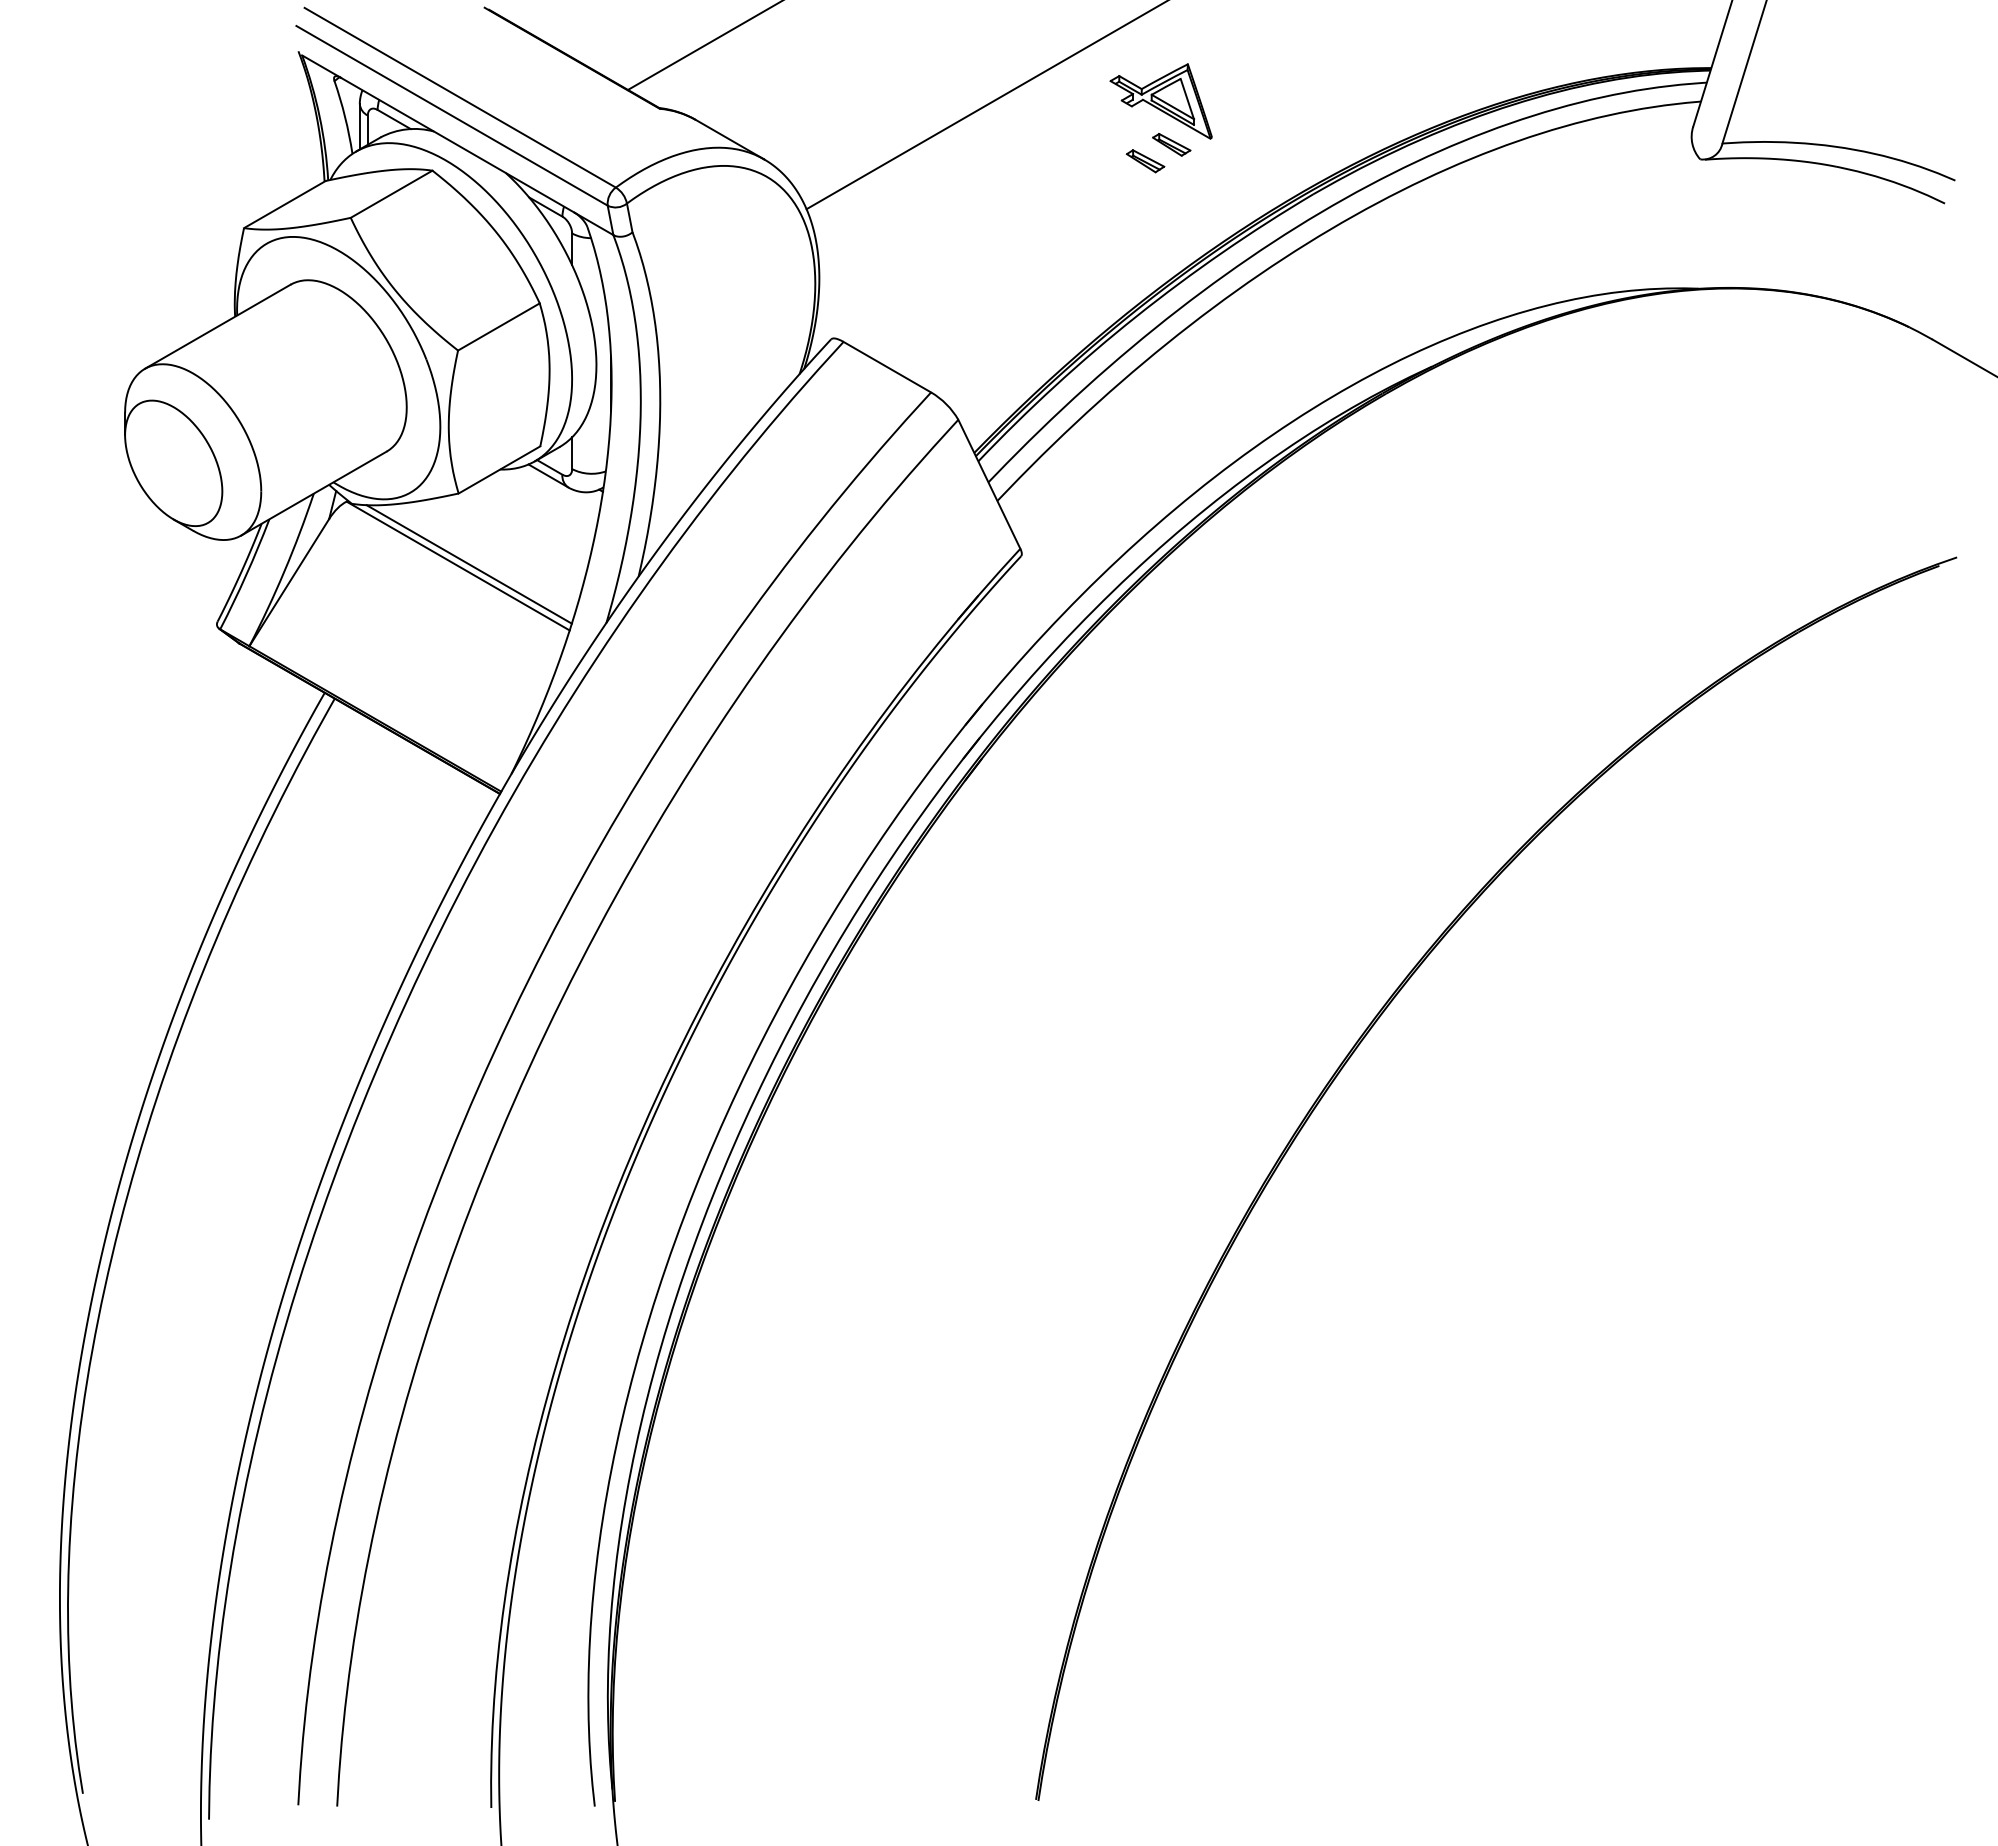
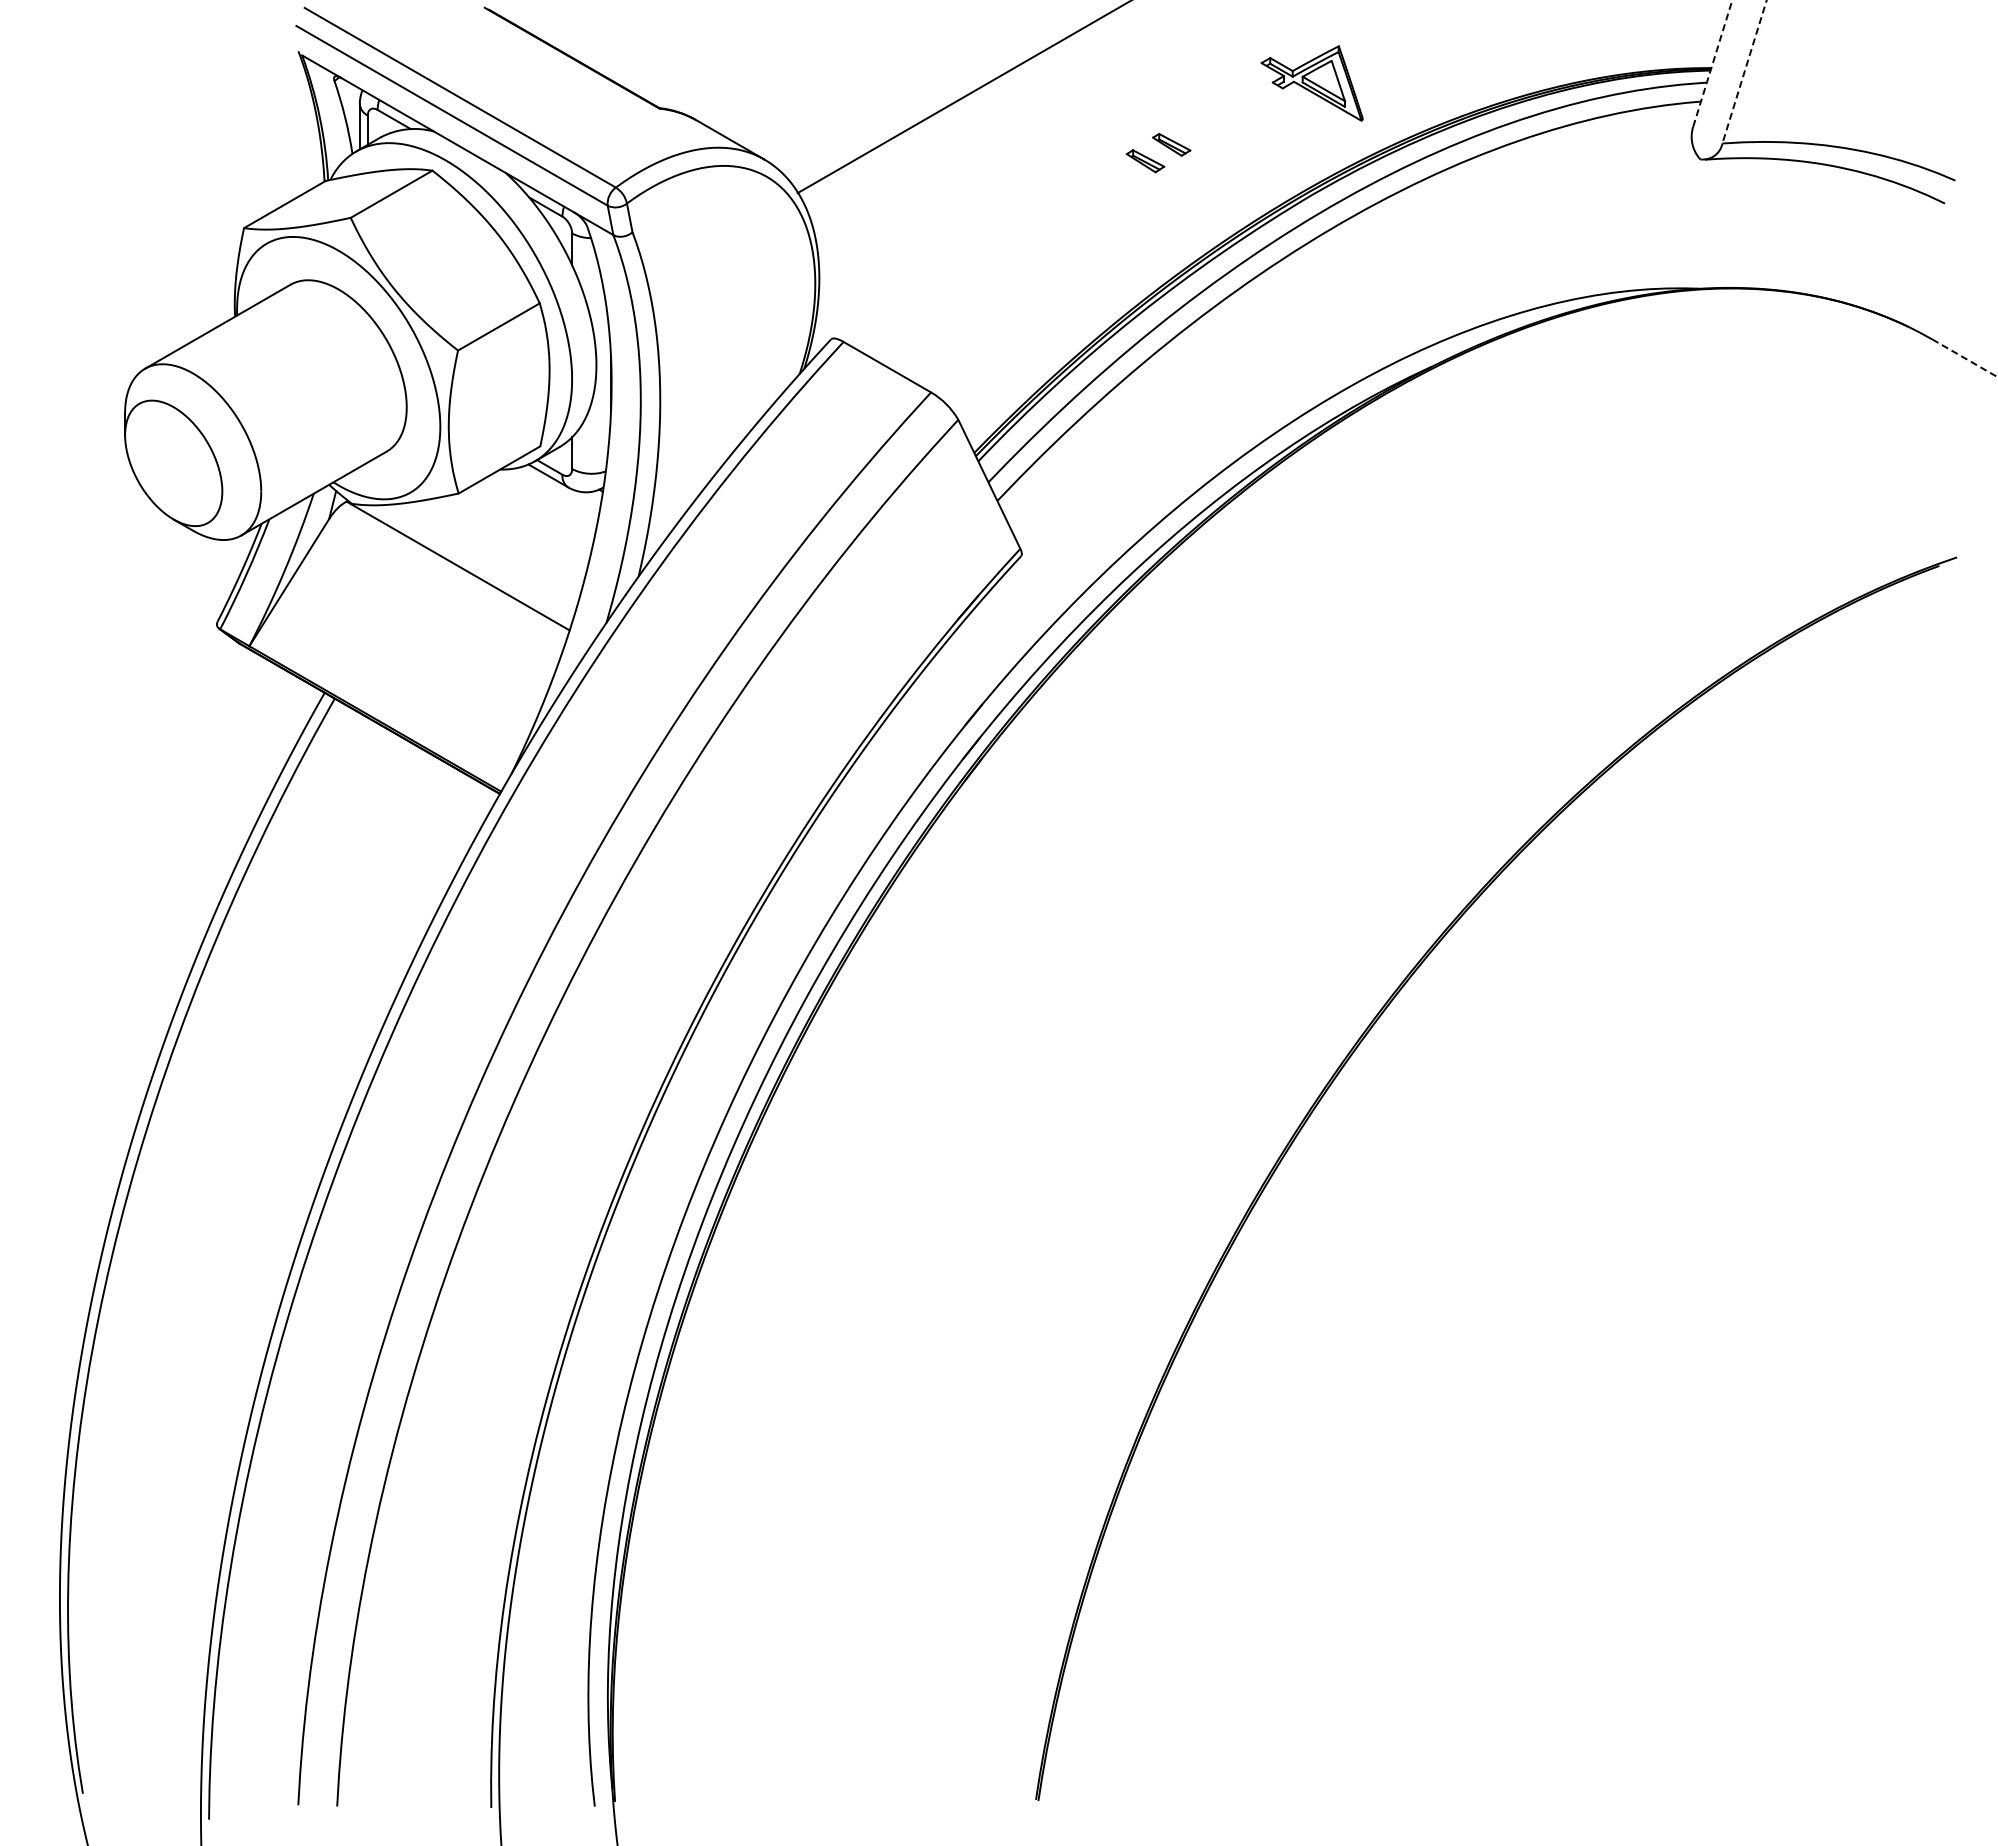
line at (703, 45): present -> none
line at (1712, 63): solid -> dashed
line at (1744, 72): solid -> dashed
part at (1160, 101) position: (1160, 101) -> (1311, 83)
line at (985, 105) position: (985, 105) -> (962, 97)
line at (1964, 358): solid -> dashed
line at (468, 564): present -> none
